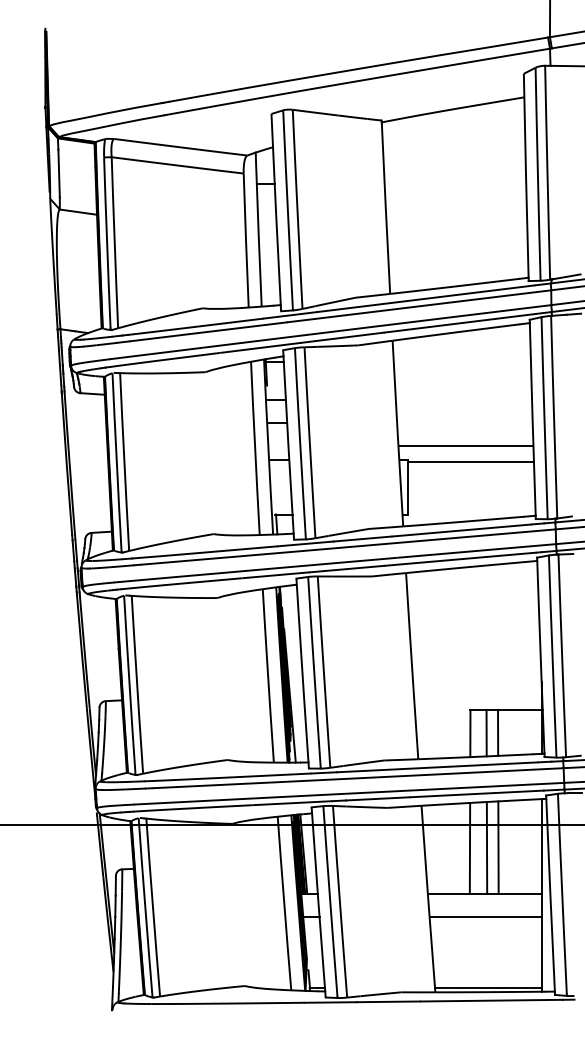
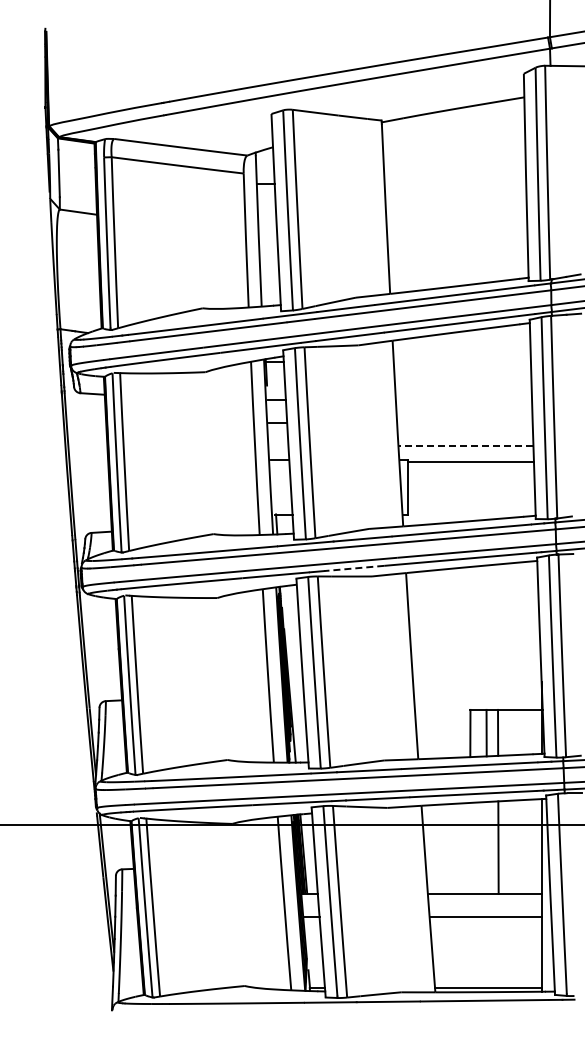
line at (465, 445): solid -> dashed
line at (353, 568): solid -> dashed
line at (469, 847): present -> none
line at (486, 847): present -> none
